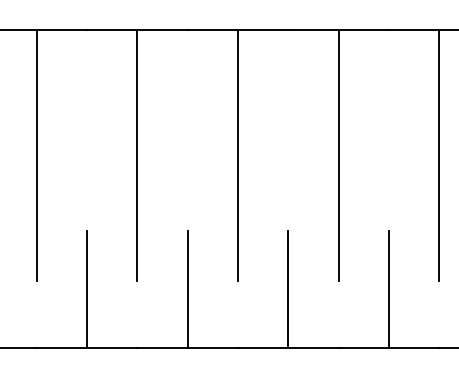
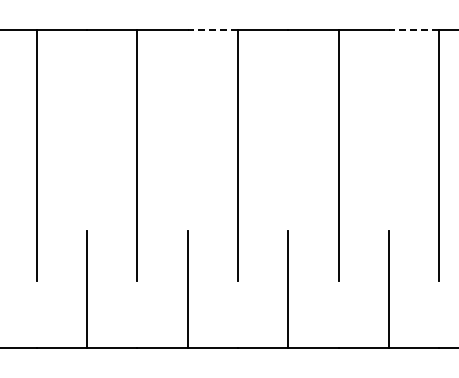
line at (212, 29): solid -> dashed
line at (413, 29): solid -> dashed
